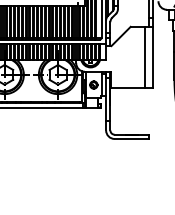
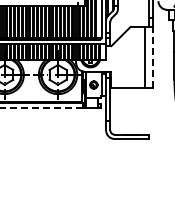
line at (153, 56): solid -> dashed
line at (41, 108): solid -> dashed
